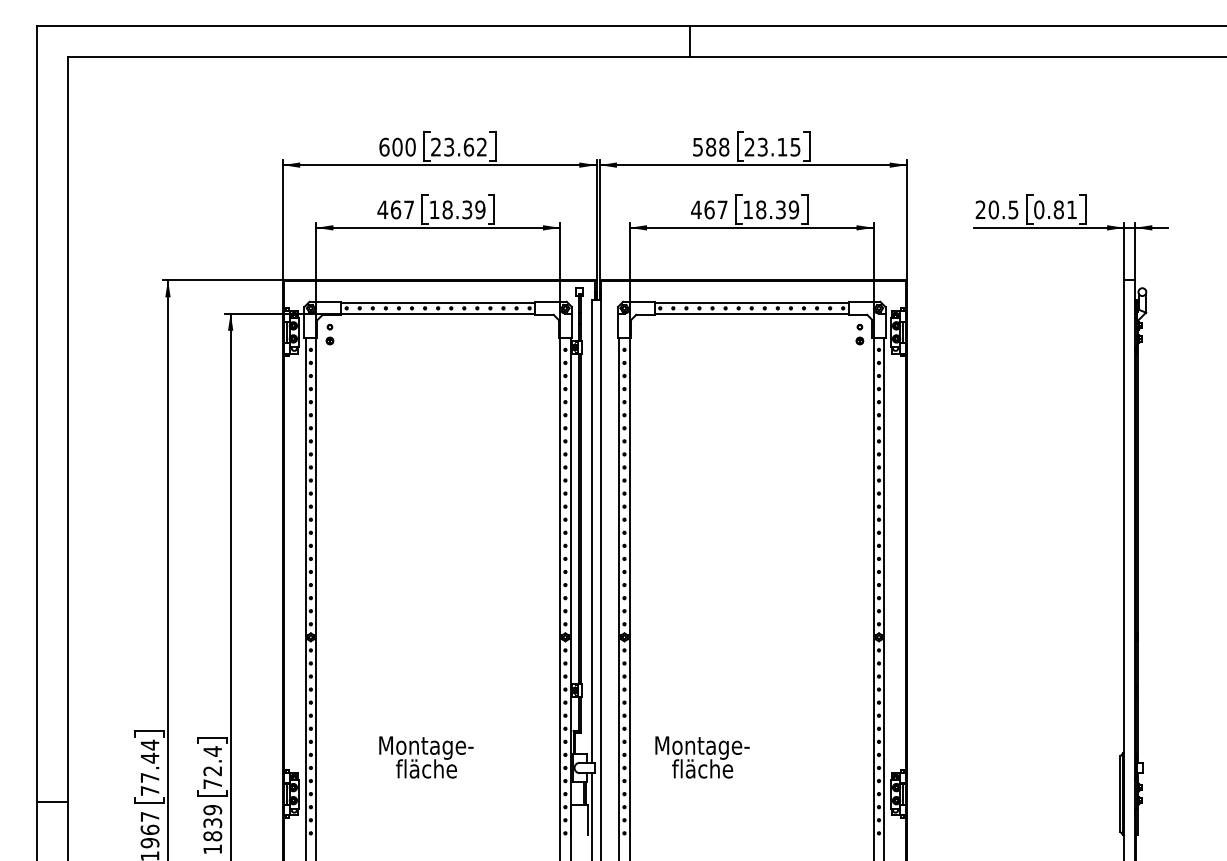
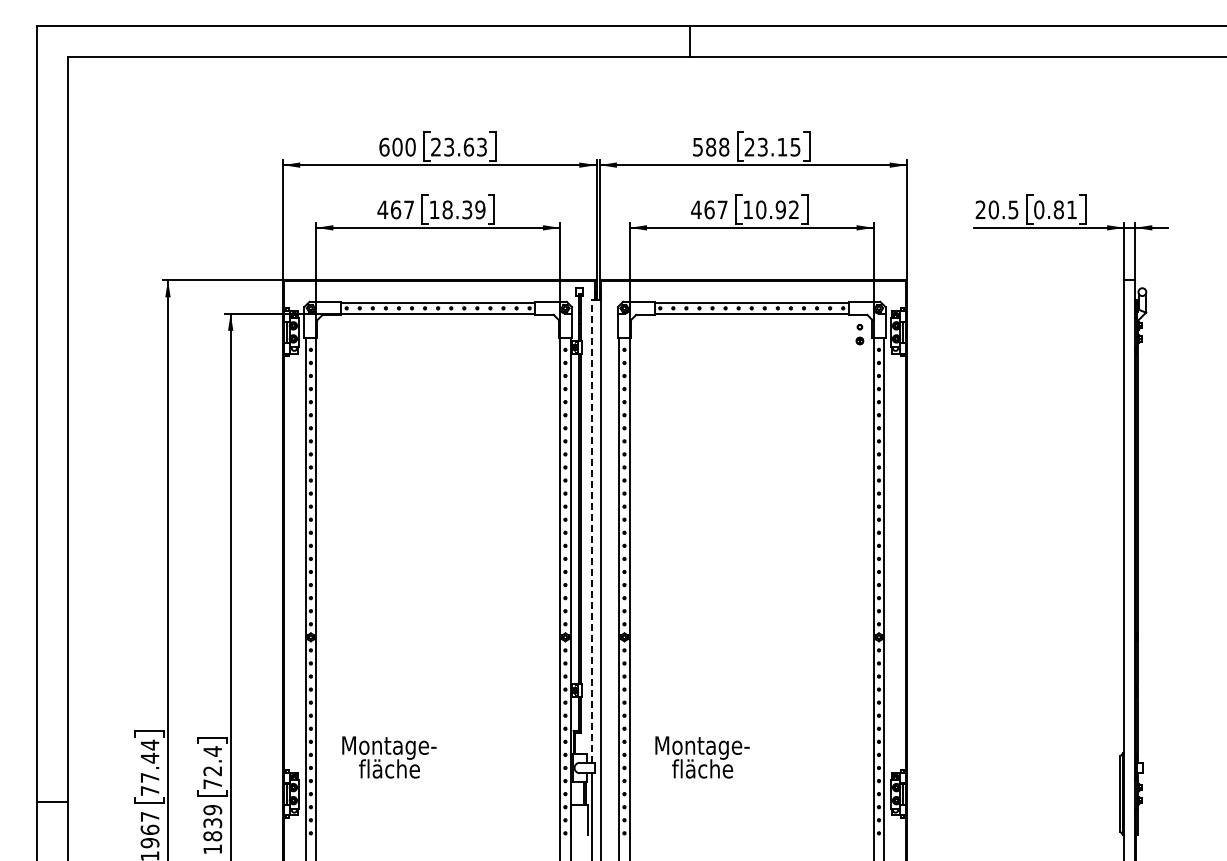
text at (481, 147): 23.62 -> 23.63
text at (777, 209): 18.39 -> 10.92
part at (329, 334): present -> none
line at (591, 531): solid -> dashed
text at (426, 757) position: (426, 757) -> (389, 757)
